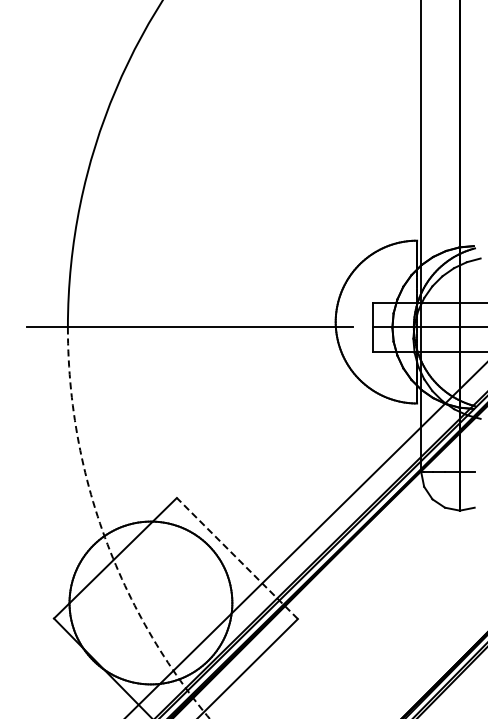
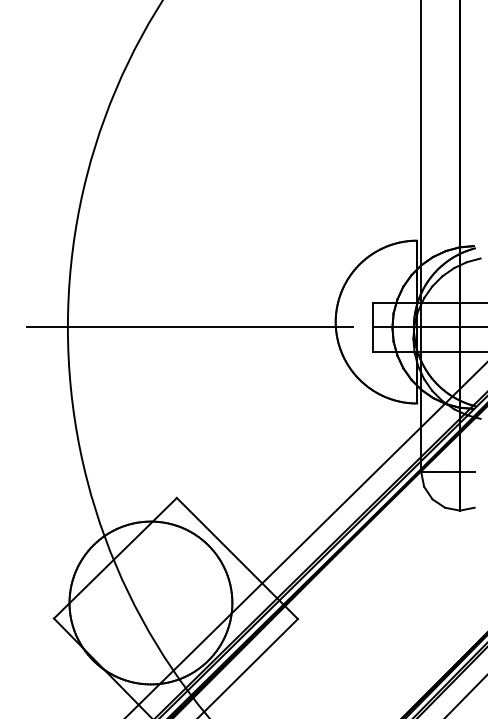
arc at (102, 531): dashed -> solid
line at (237, 558): dashed -> solid
line at (465, 696): none -> present
